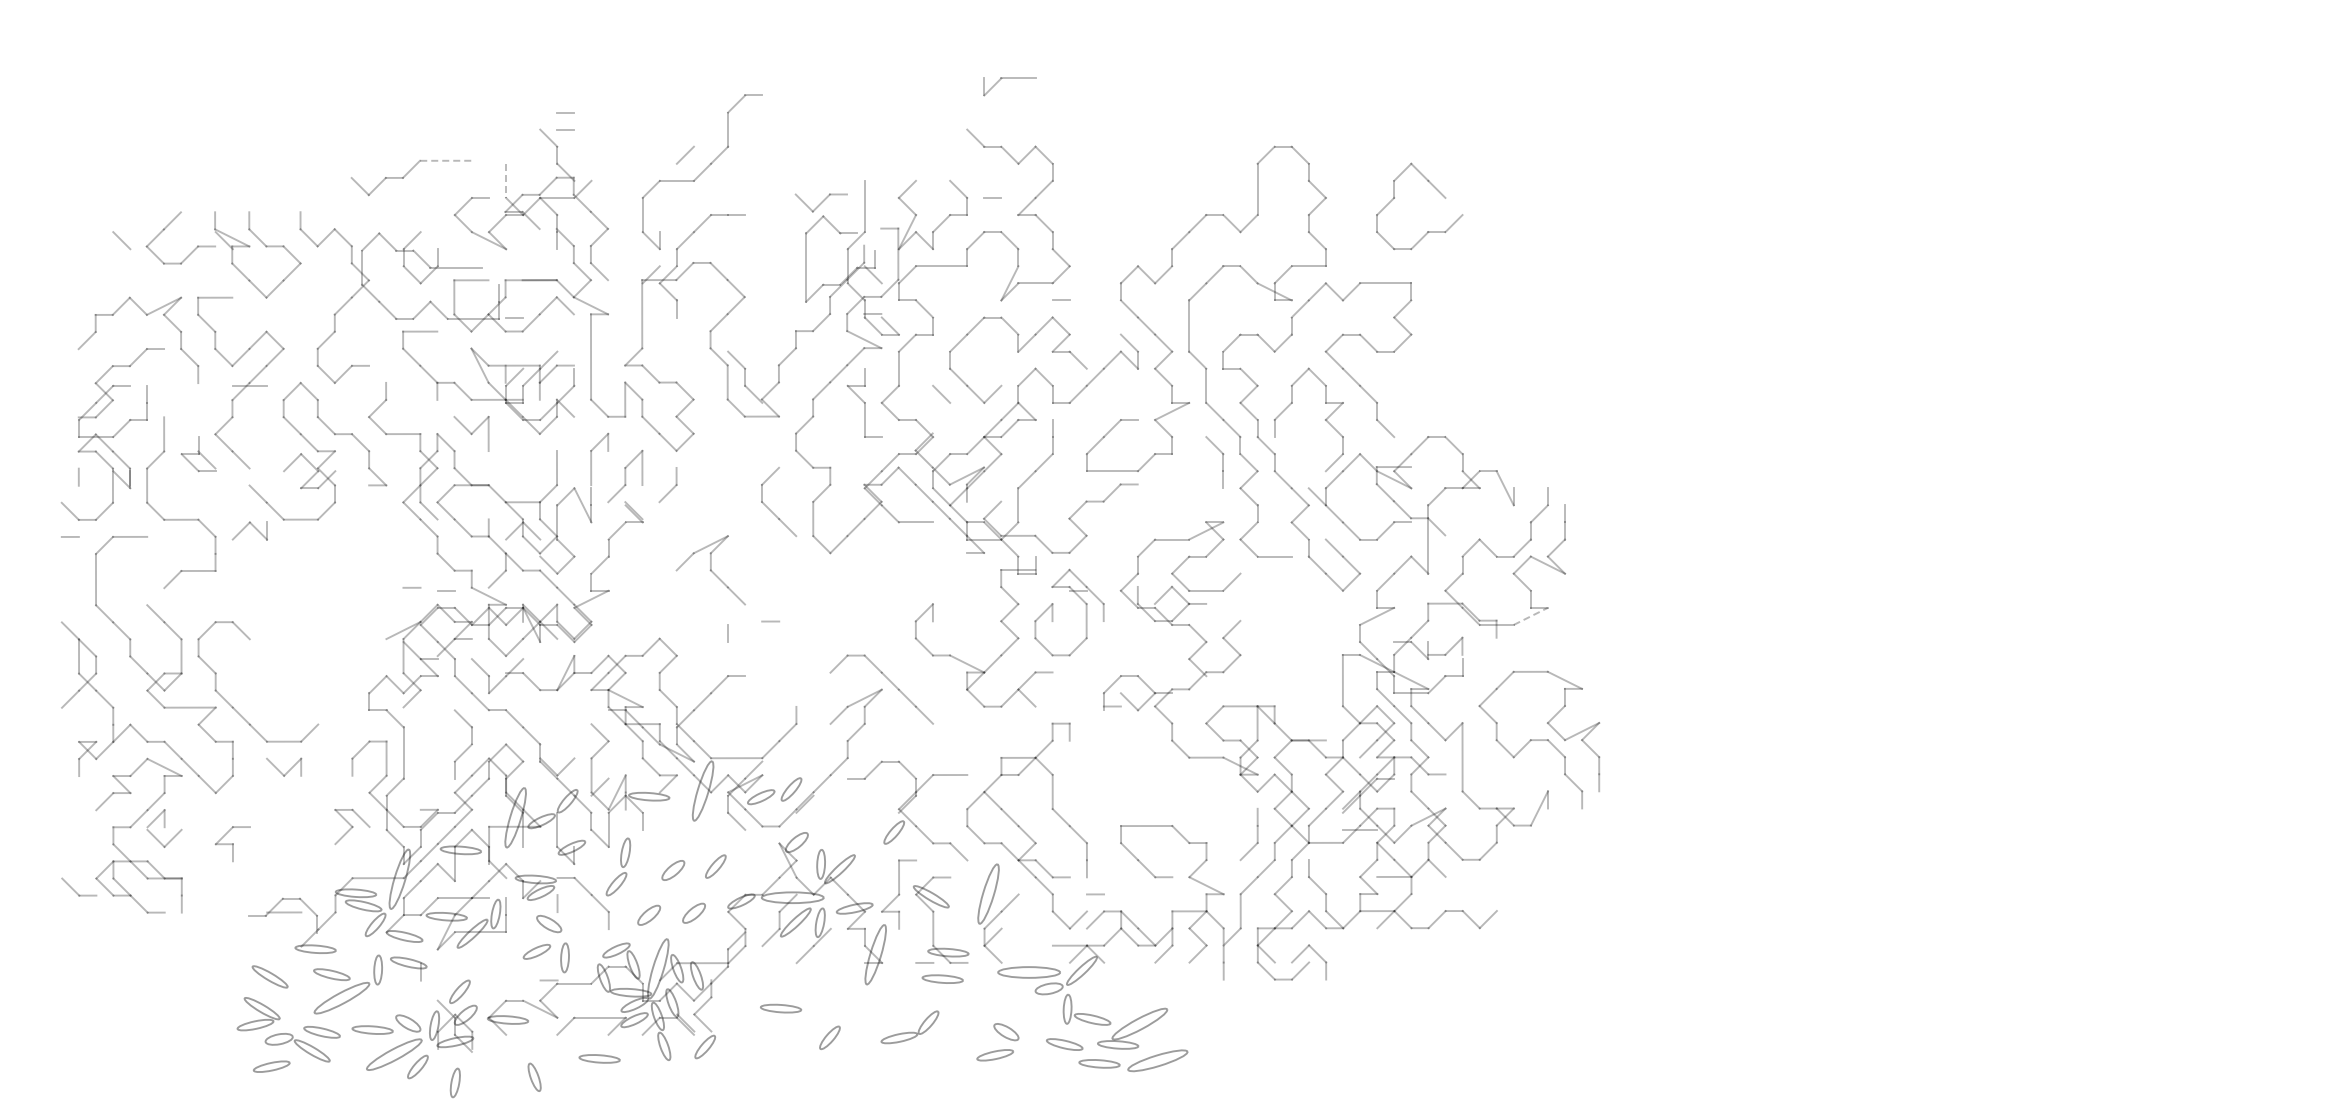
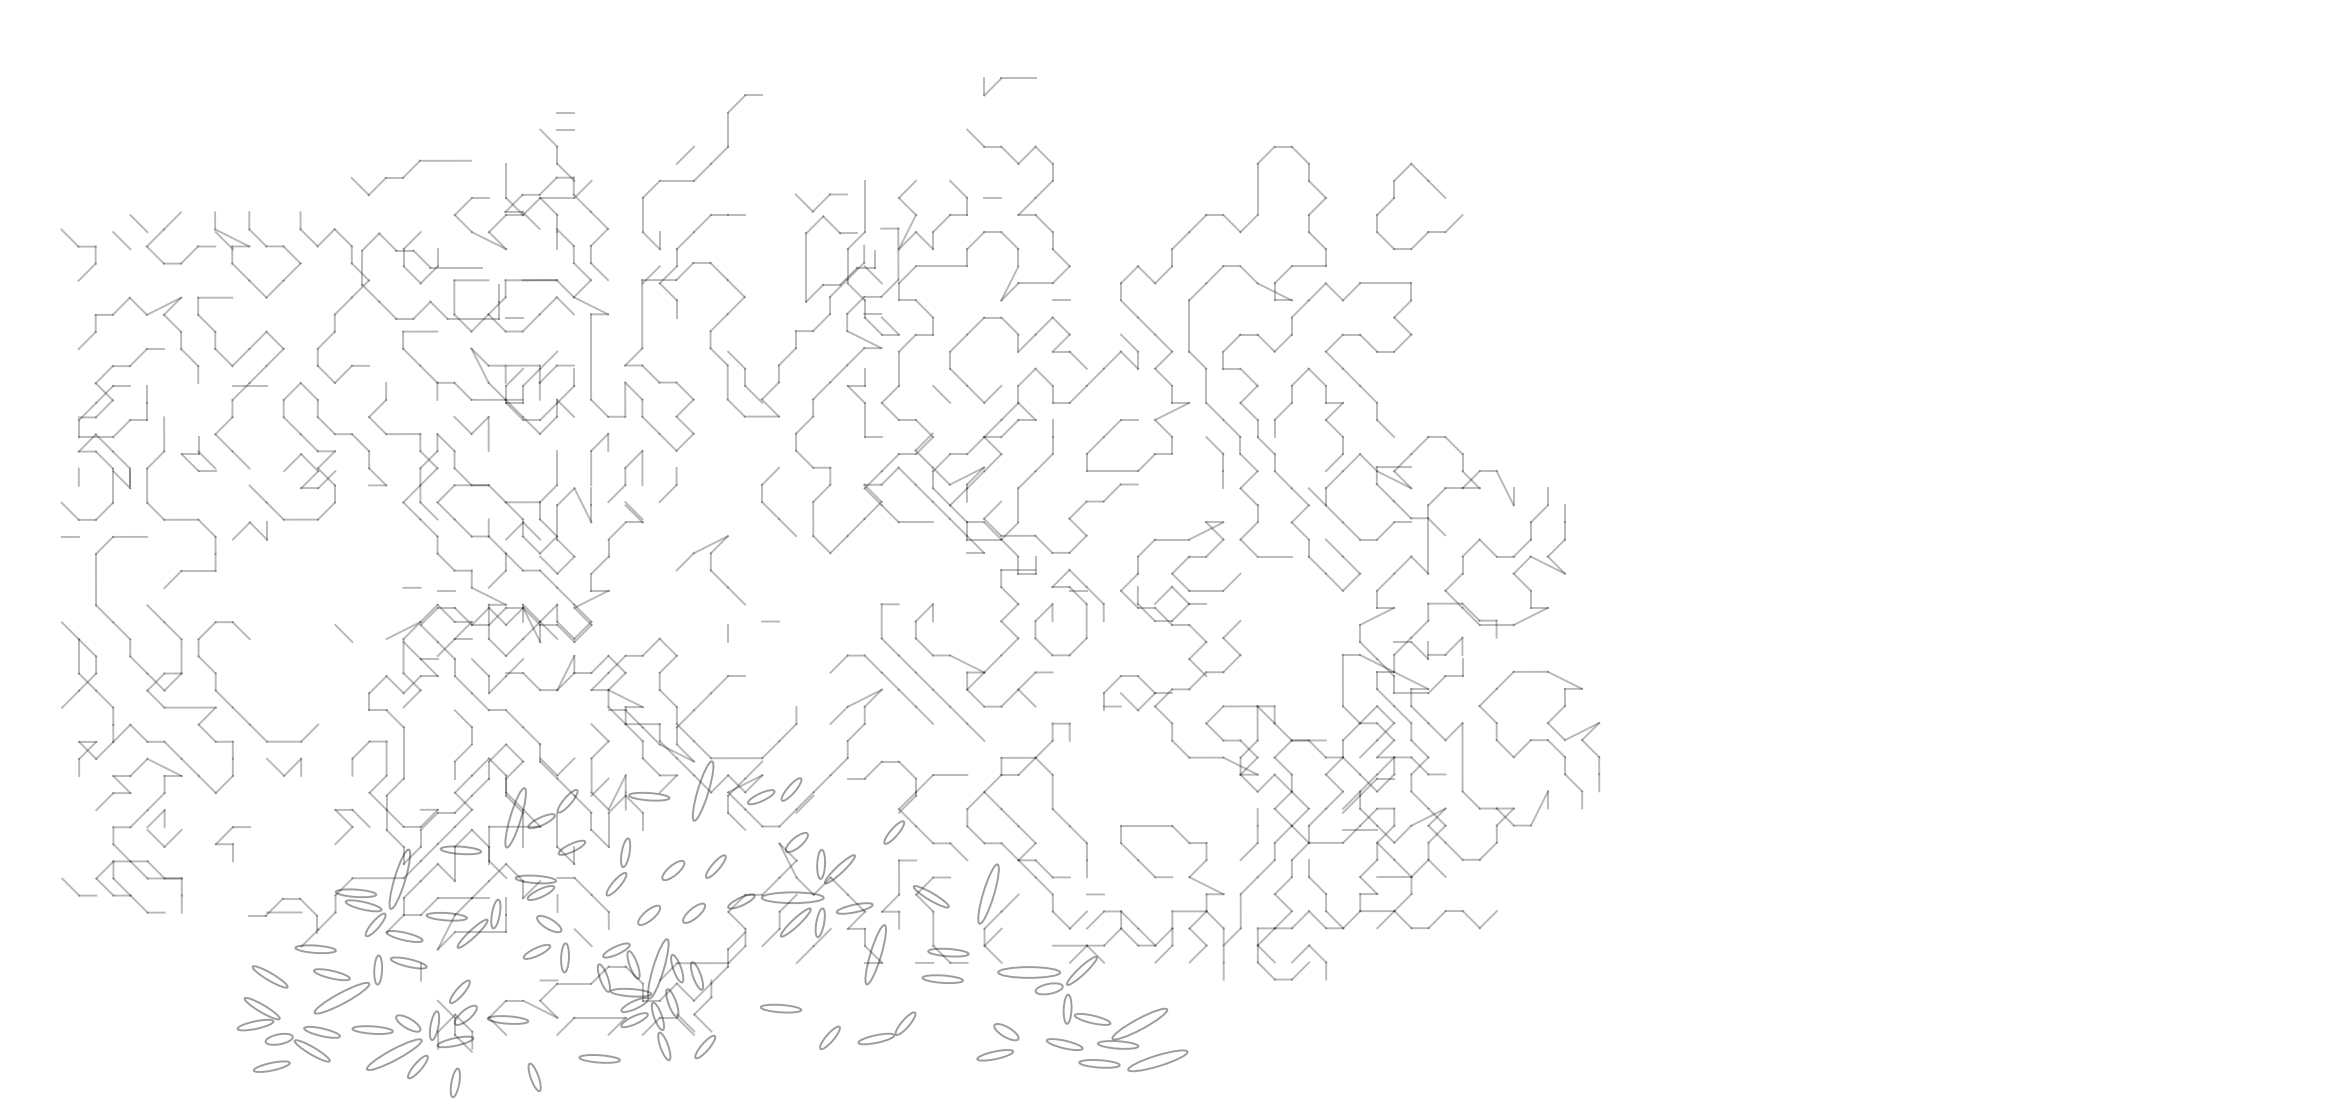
line at (445, 160): dashed -> solid
line at (506, 181): dashed -> solid
line at (138, 223): none -> present
part at (78, 247): none -> present
line at (1531, 616): dashed -> solid
line at (343, 633): none -> present
part at (924, 680): none -> present
line at (582, 937): none -> present
part at (909, 1026) position: (909, 1026) -> (886, 1027)
